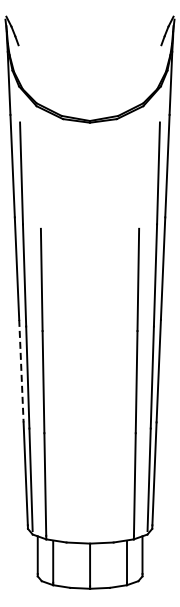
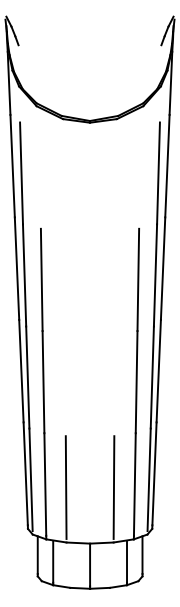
line at (21, 371): dashed -> solid
line at (65, 487): none -> present
line at (113, 487): none -> present
